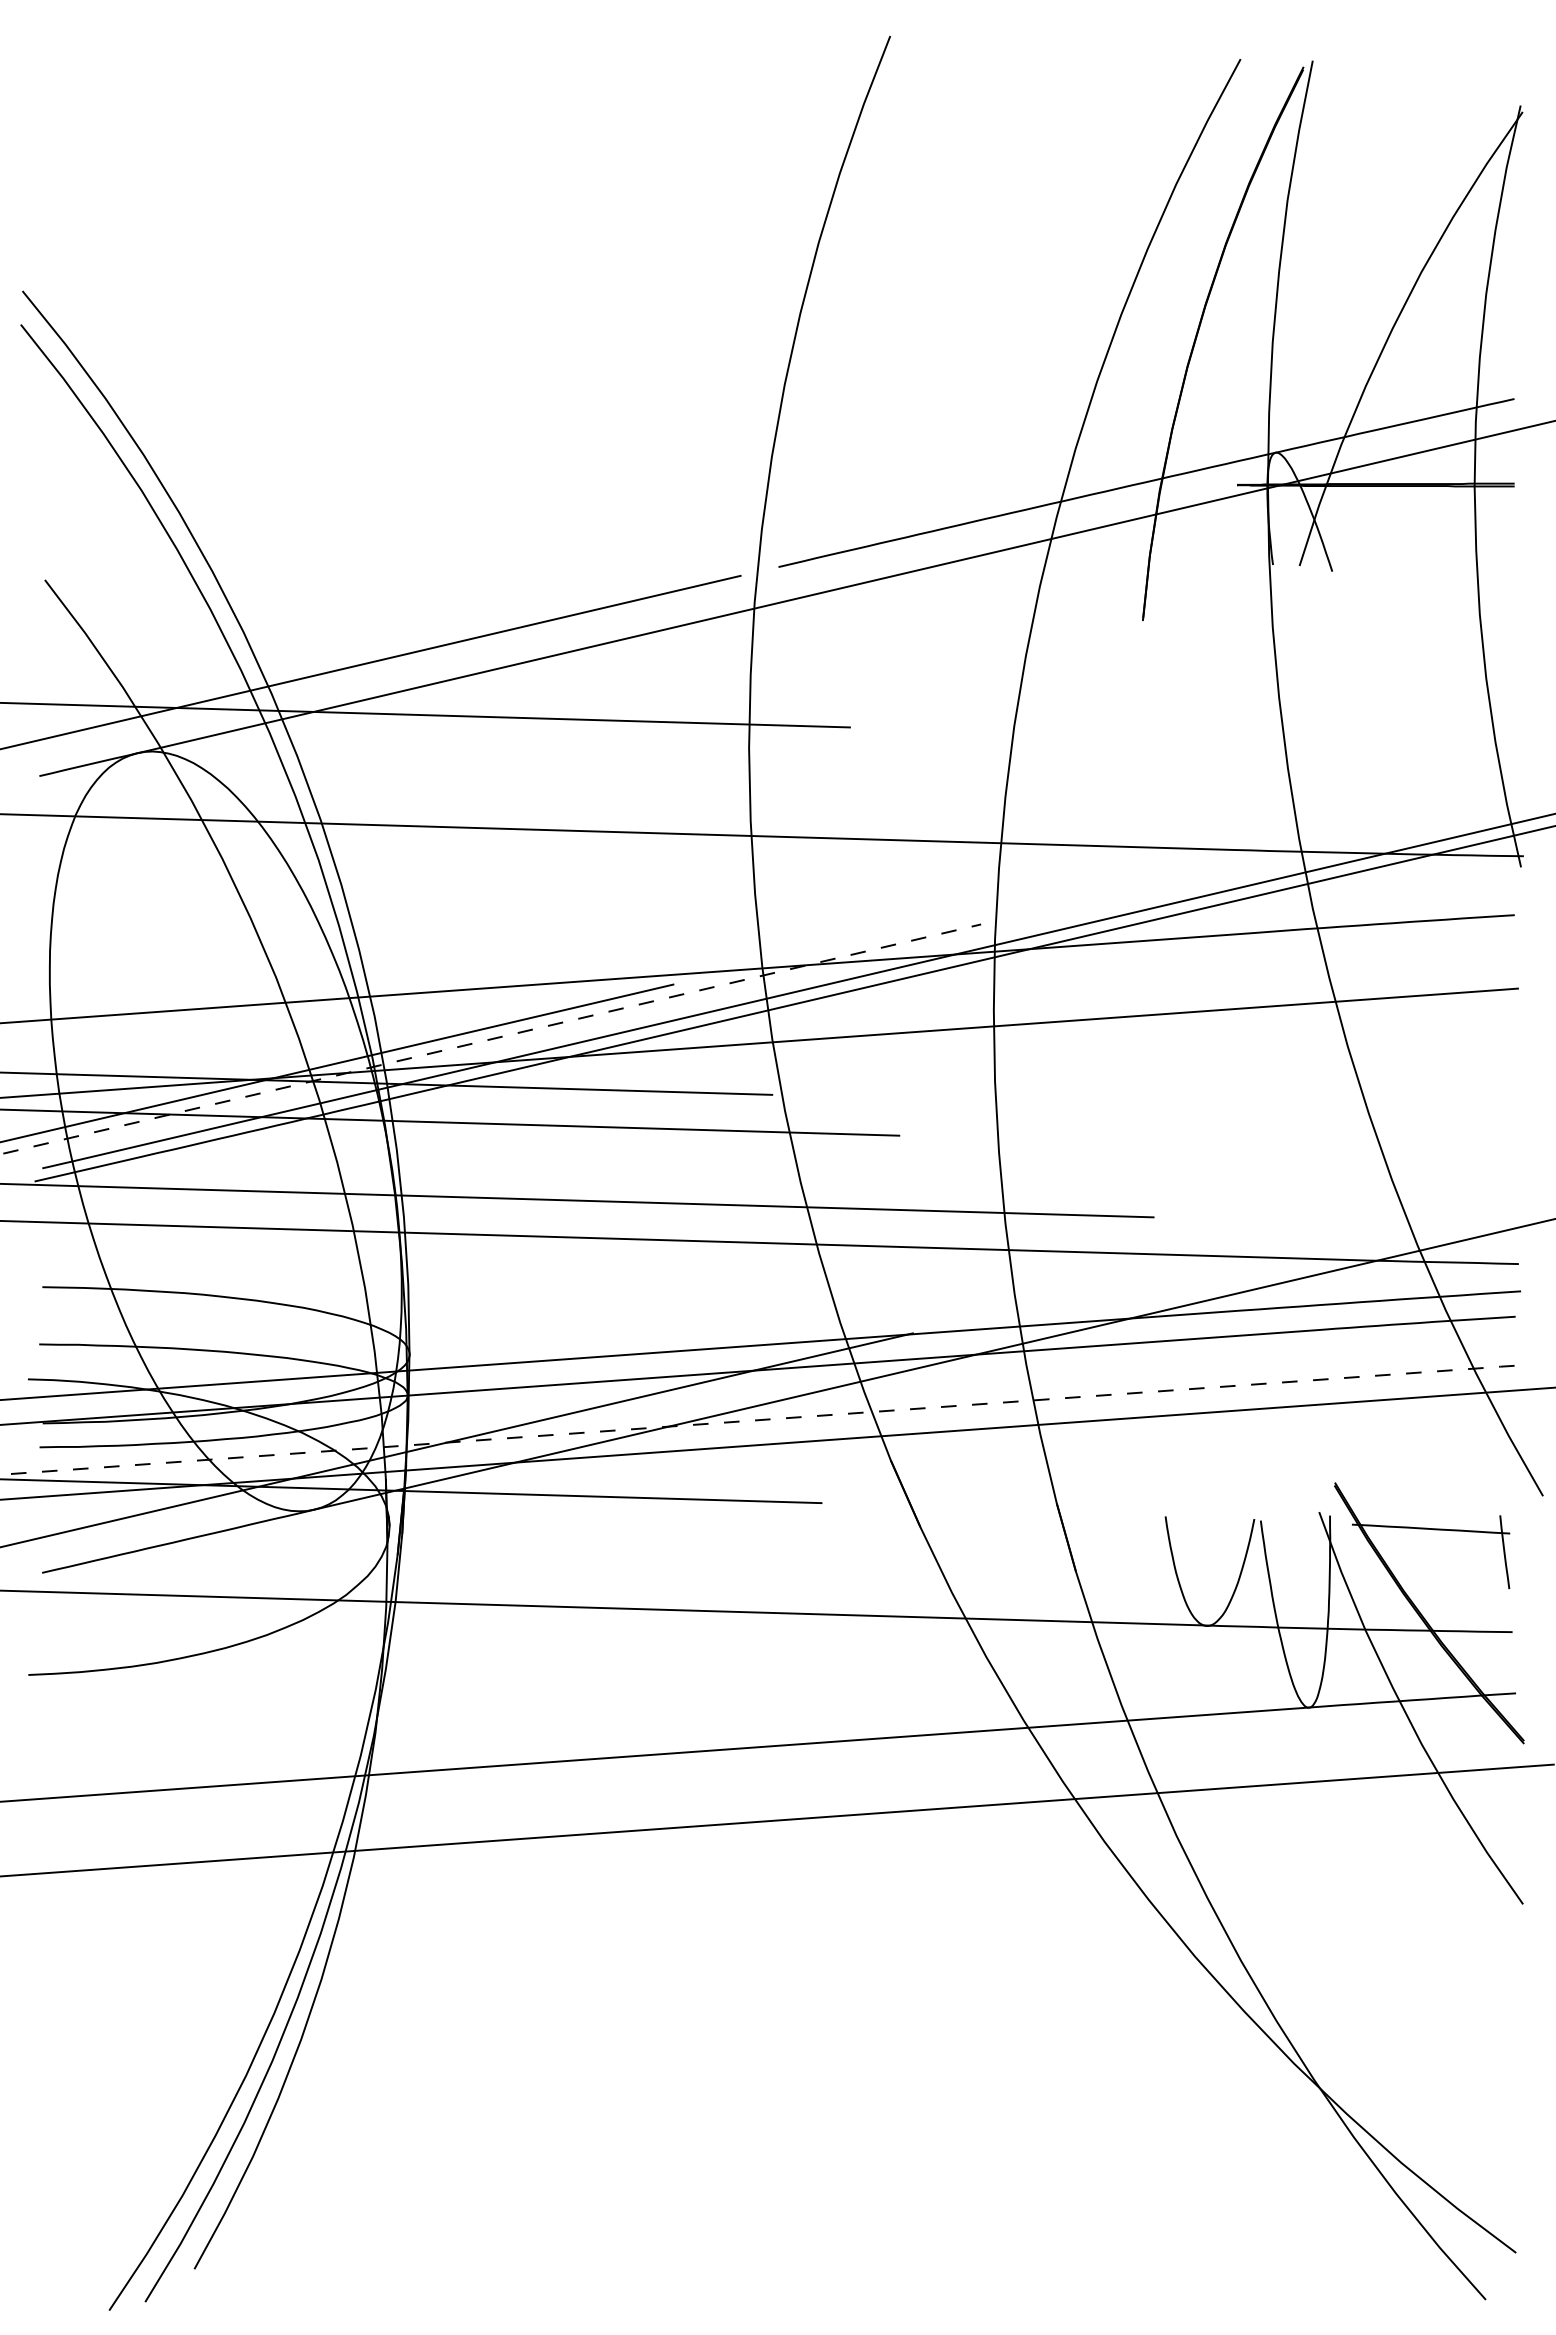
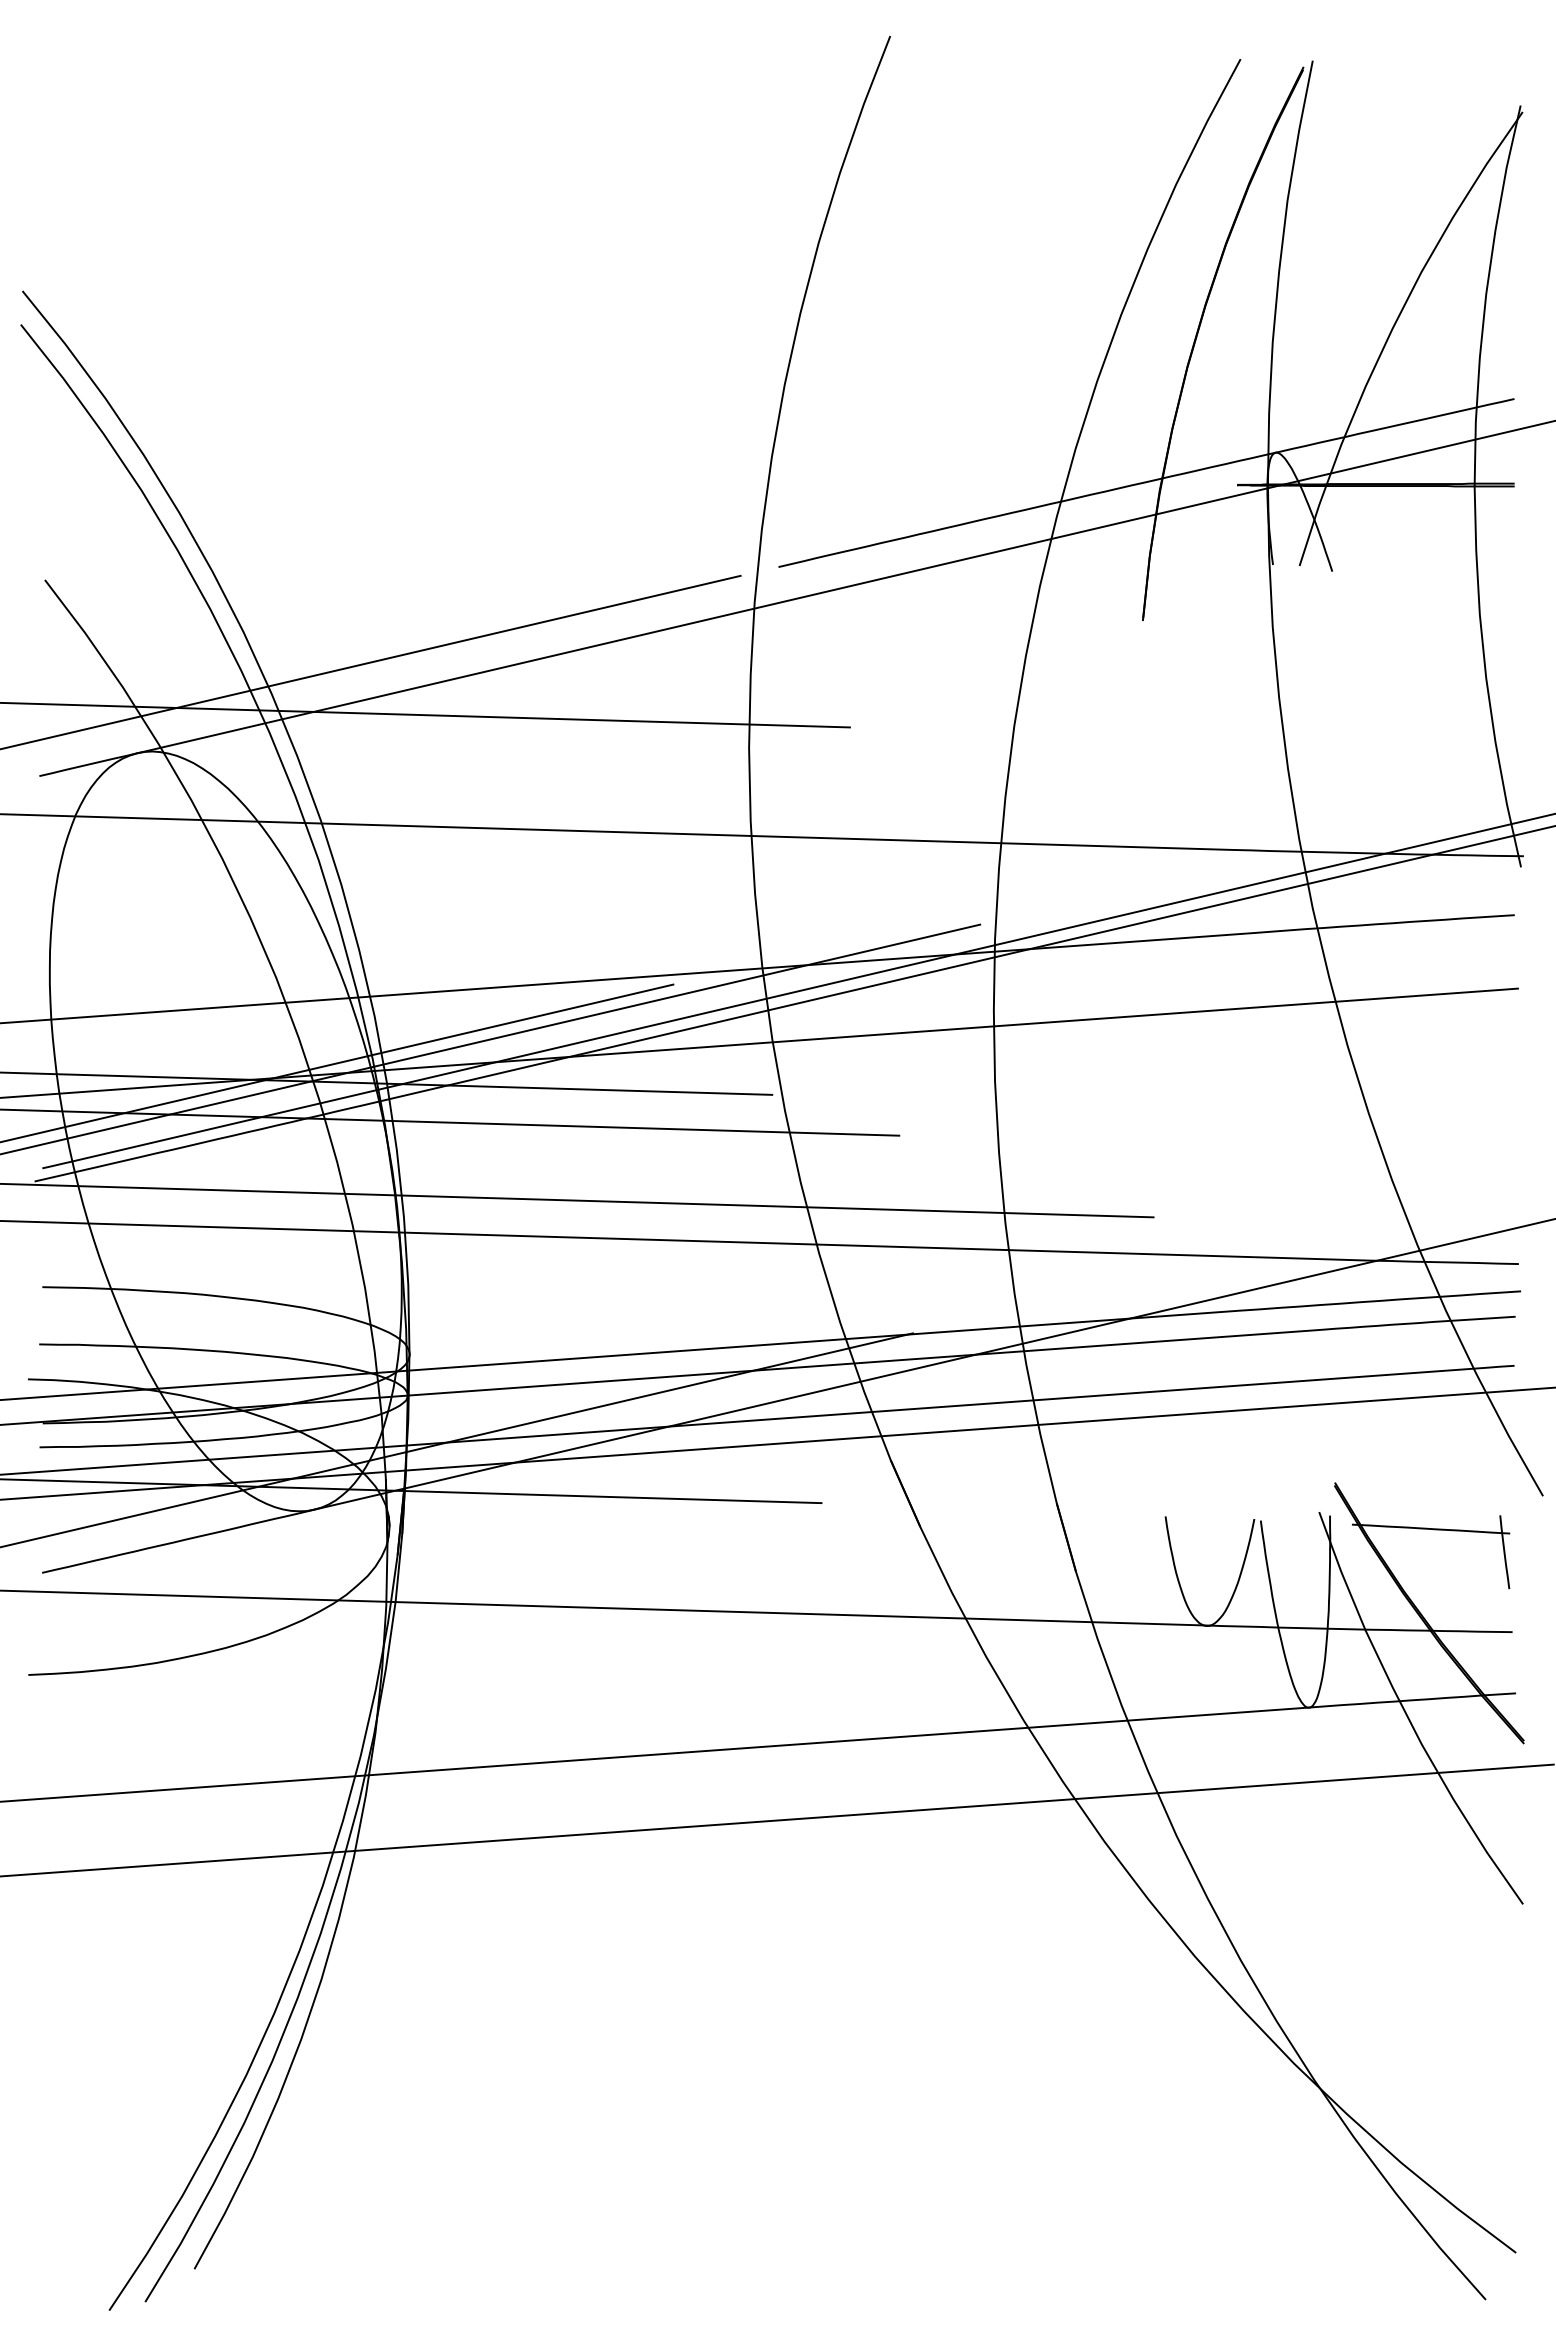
line at (491, 1039): dashed -> solid
line at (758, 1420): dashed -> solid
